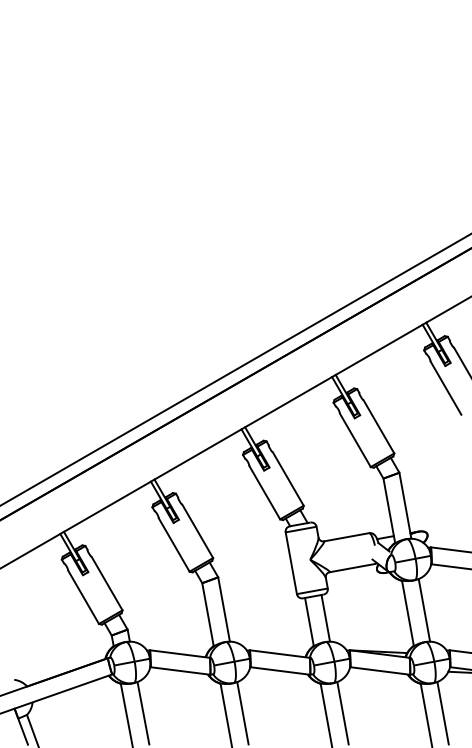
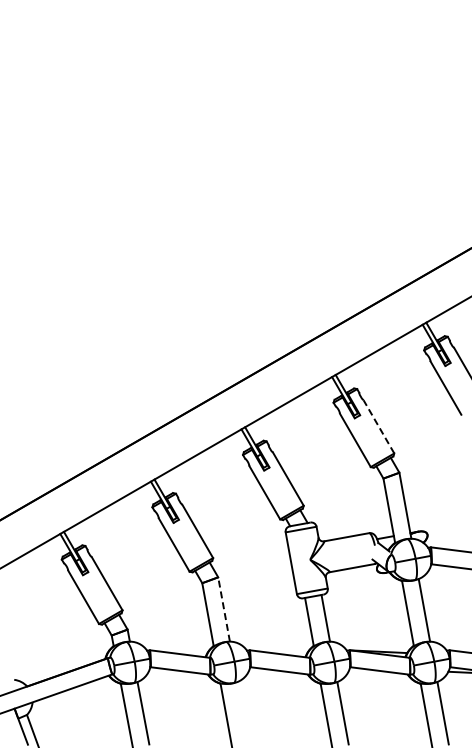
line at (235, 369): present -> none
line at (378, 426): solid -> dashed
line at (224, 609): solid -> dashed
line at (242, 713): present -> none
